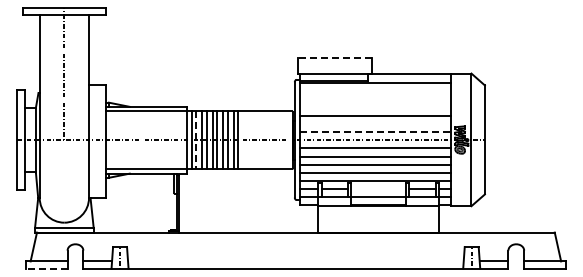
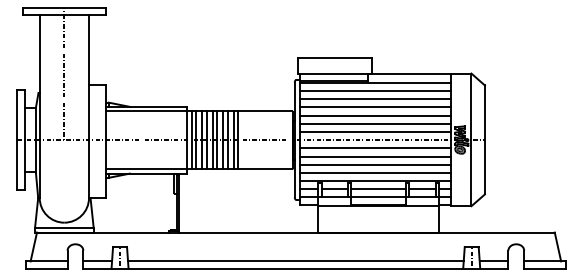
line at (334, 58): dashed -> solid
line at (375, 90): none -> present
line at (375, 99): none -> present
line at (375, 107): none -> present
line at (375, 123): none -> present
line at (375, 132): dashed -> solid
line at (196, 140): dashed -> solid
line at (378, 189): none -> present
line at (295, 261): none -> present
line at (46, 268): dashed -> solid
